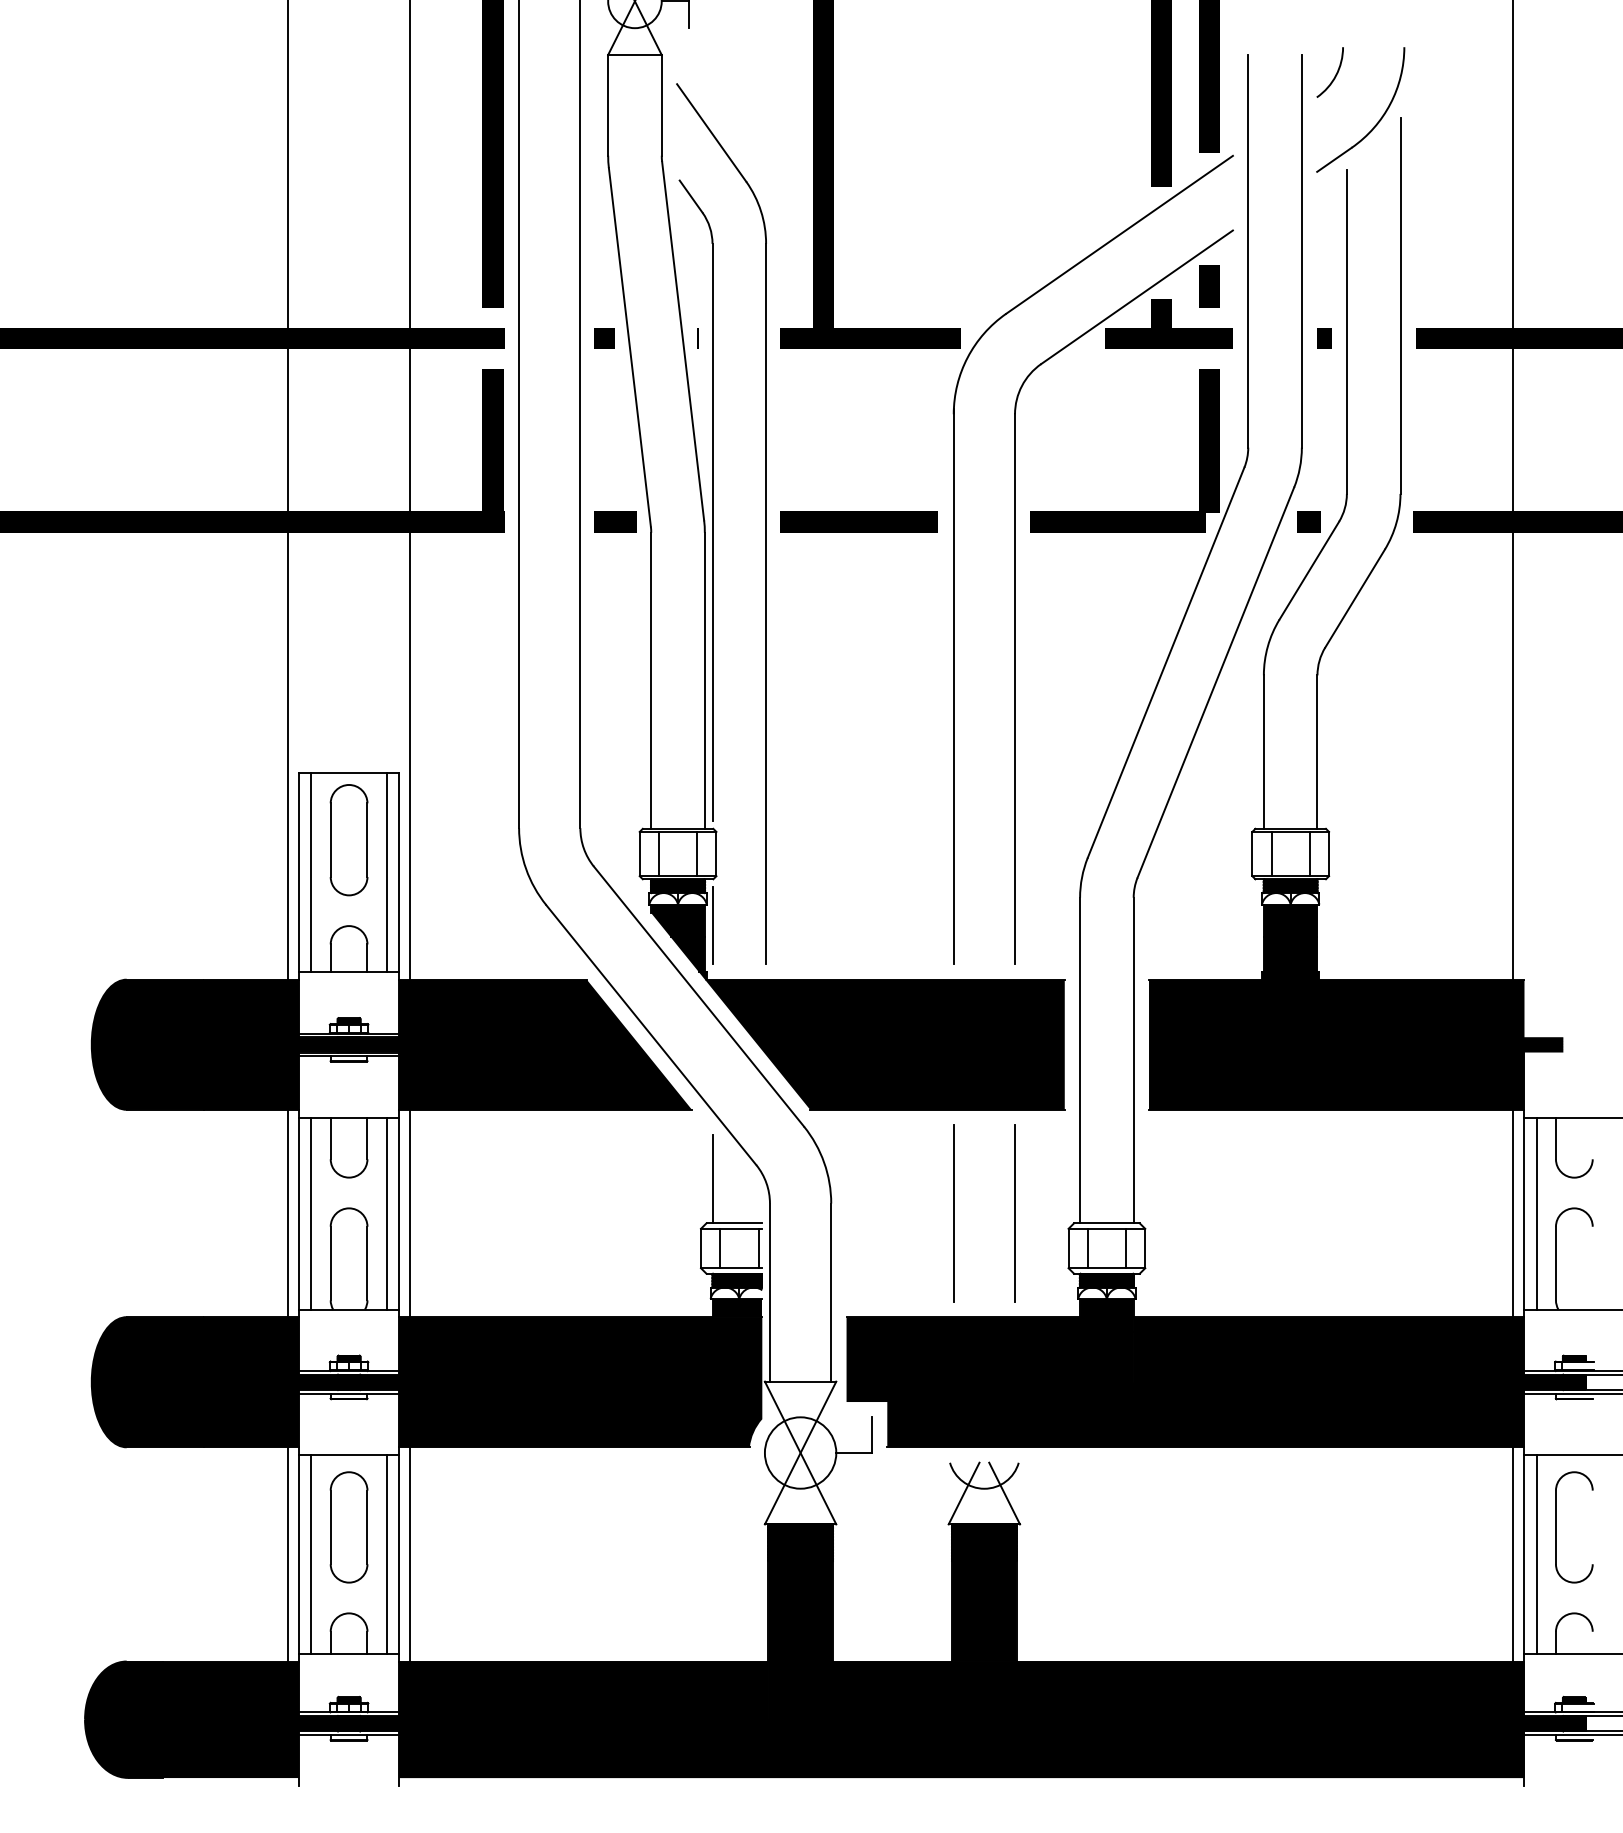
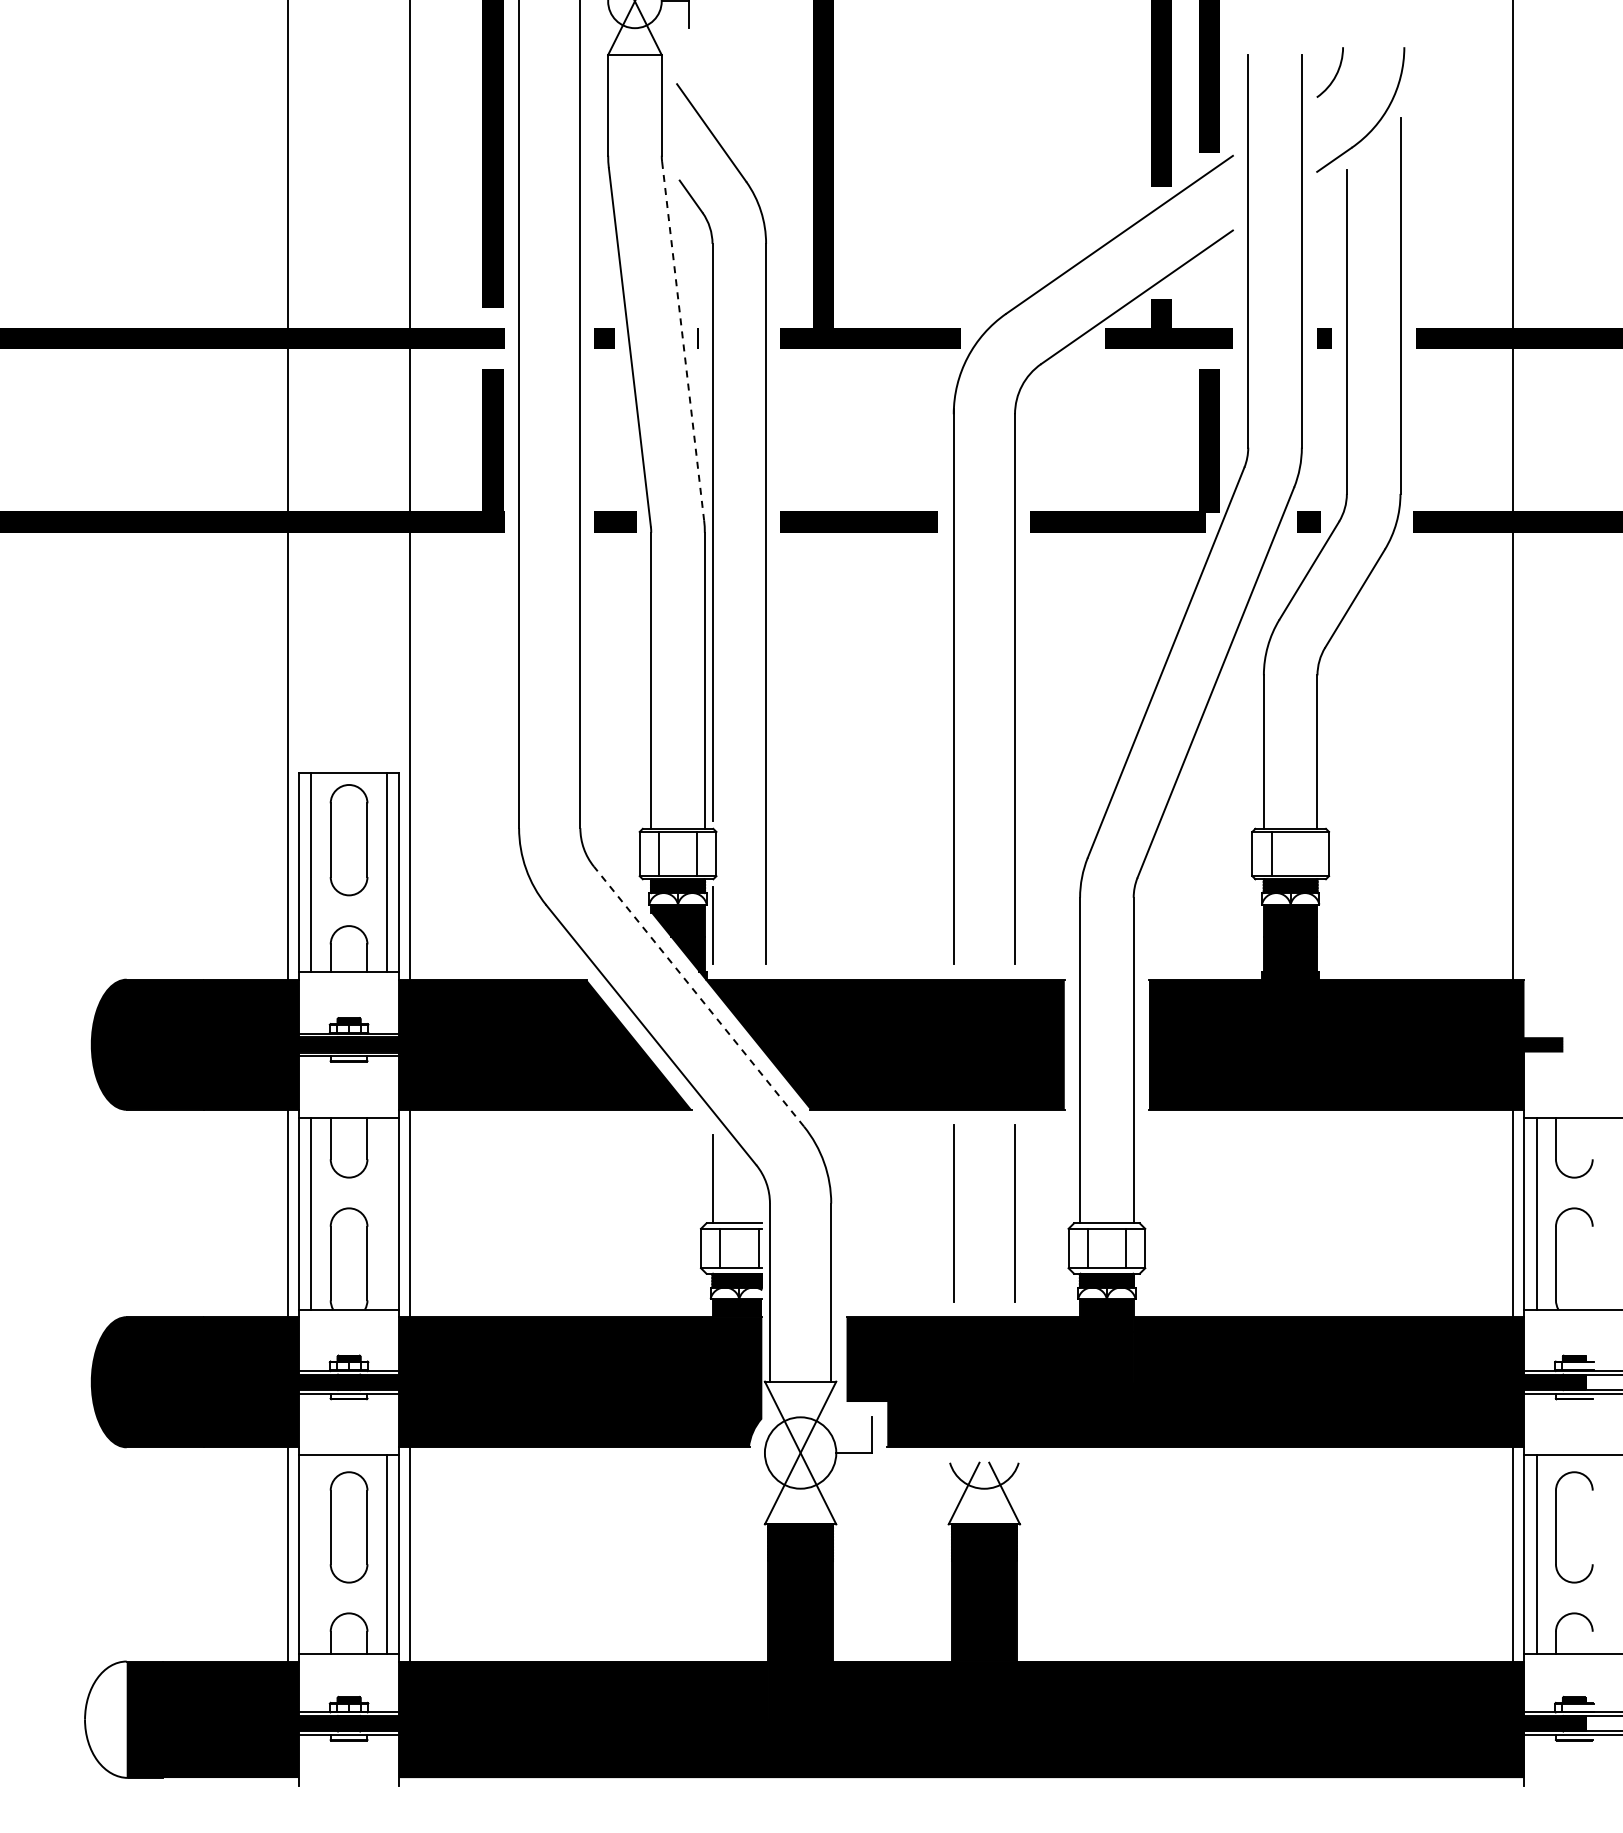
line at (1209, 286): present -> none
line at (683, 341): solid -> dashed
line at (1309, 853): present -> none
line at (698, 996): solid -> dashed
line at (386, 1213): present -> none
line at (311, 1554): present -> none
fill at (123, 1719): present -> none
